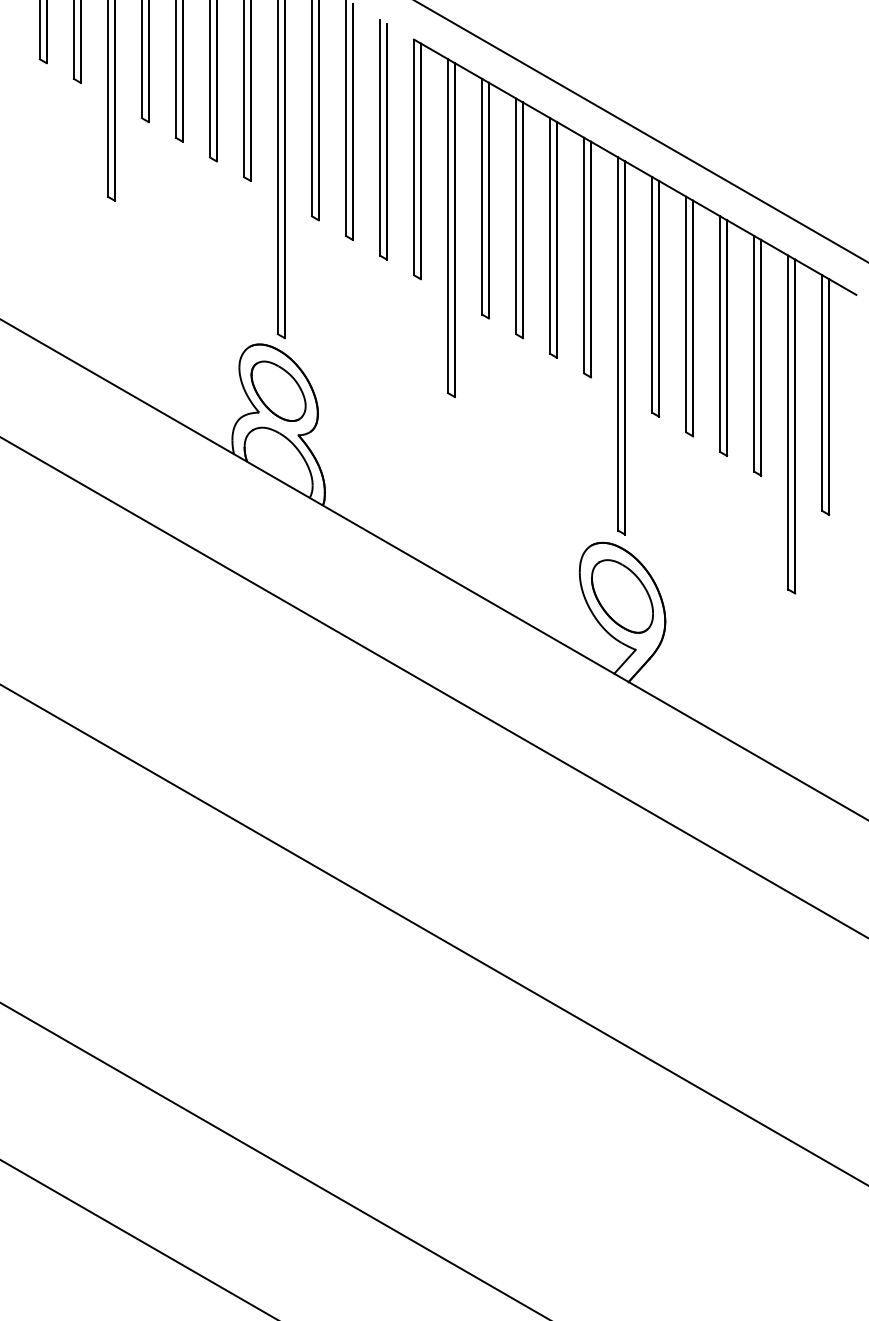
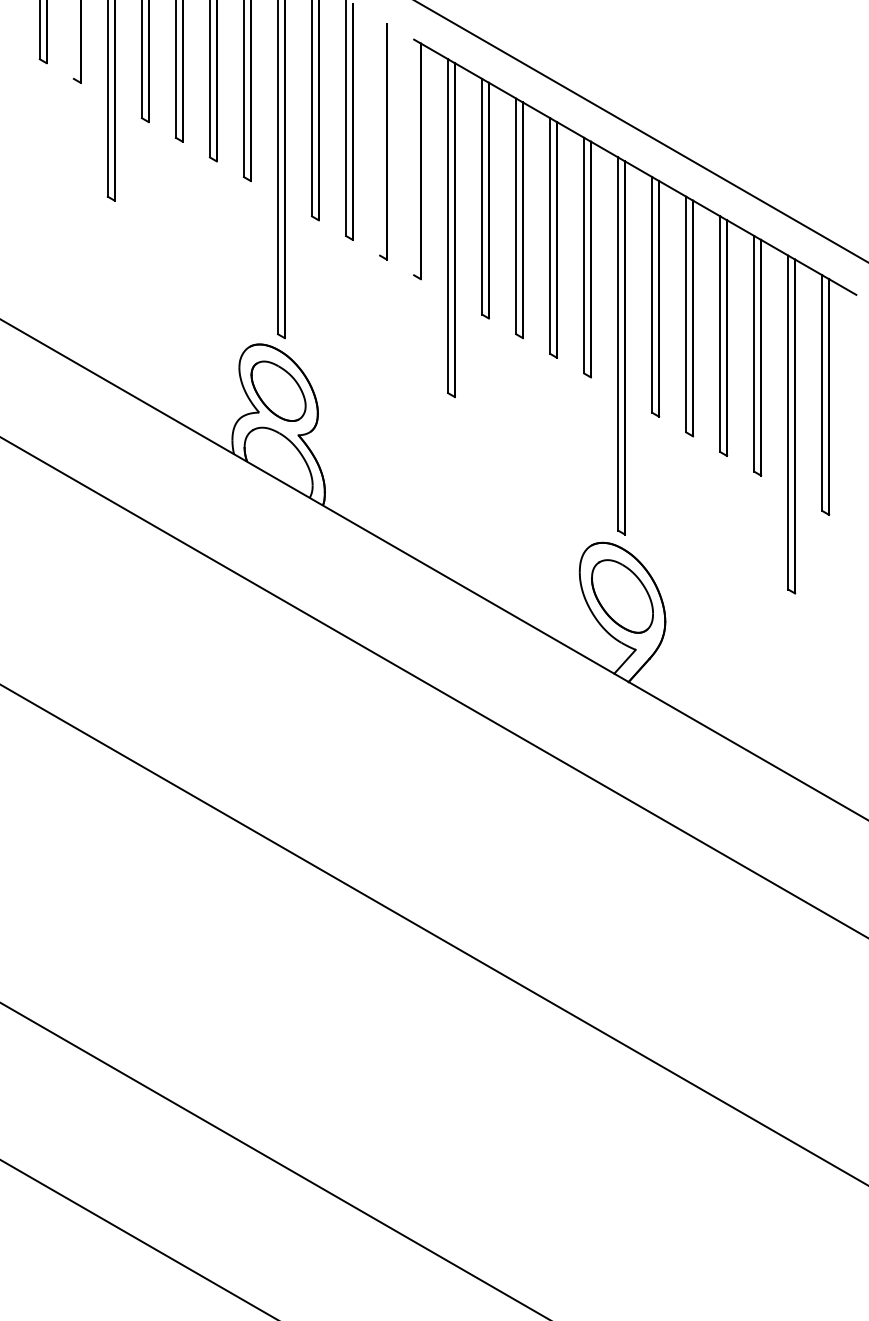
line at (73, 40): present -> none
line at (380, 137): present -> none
line at (414, 157): present -> none
